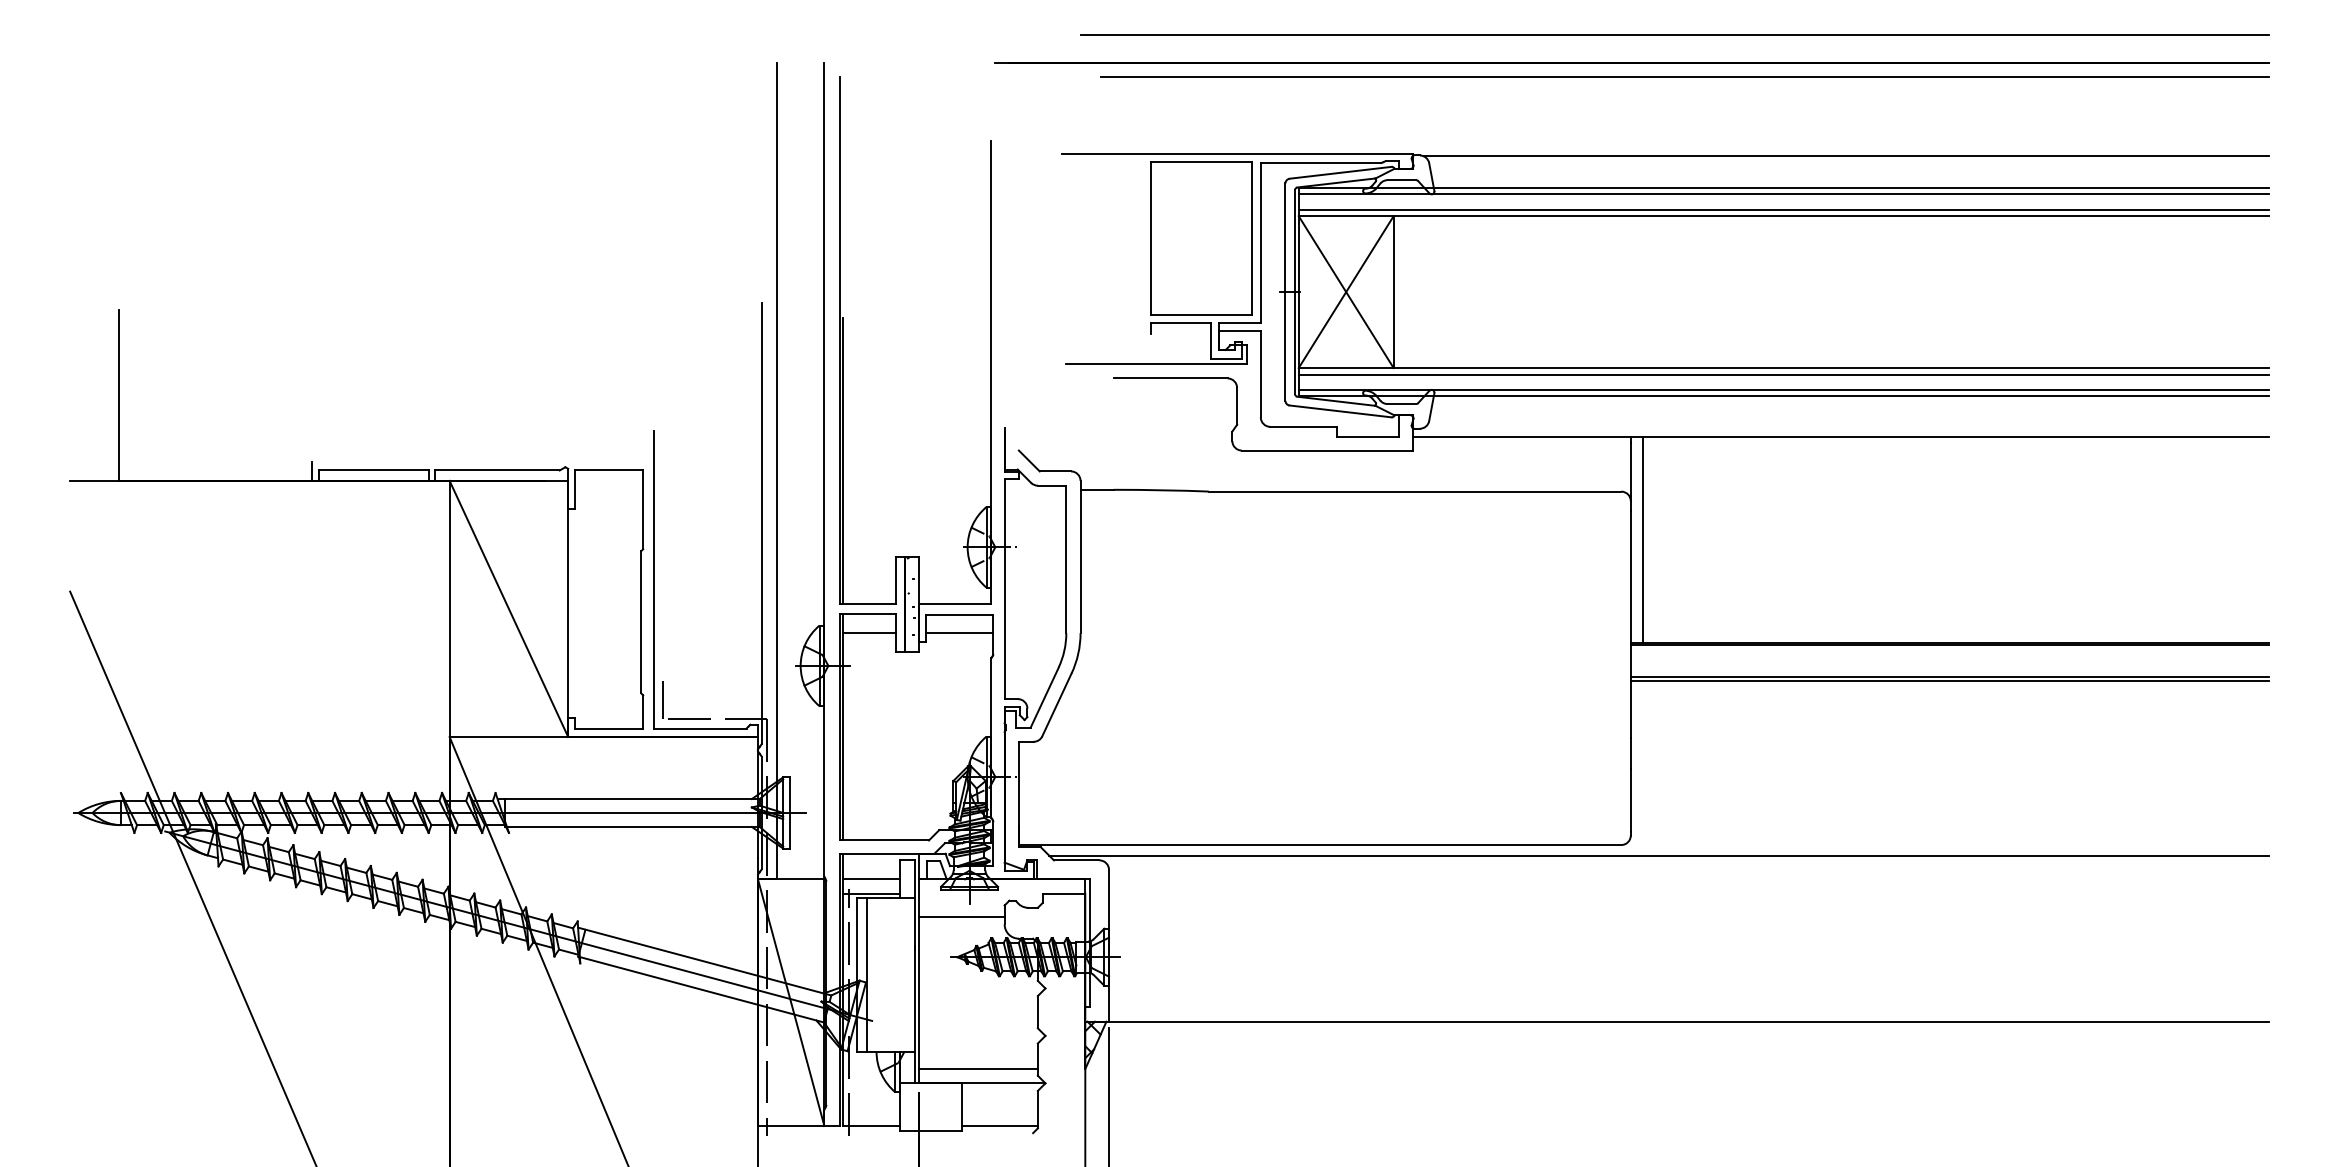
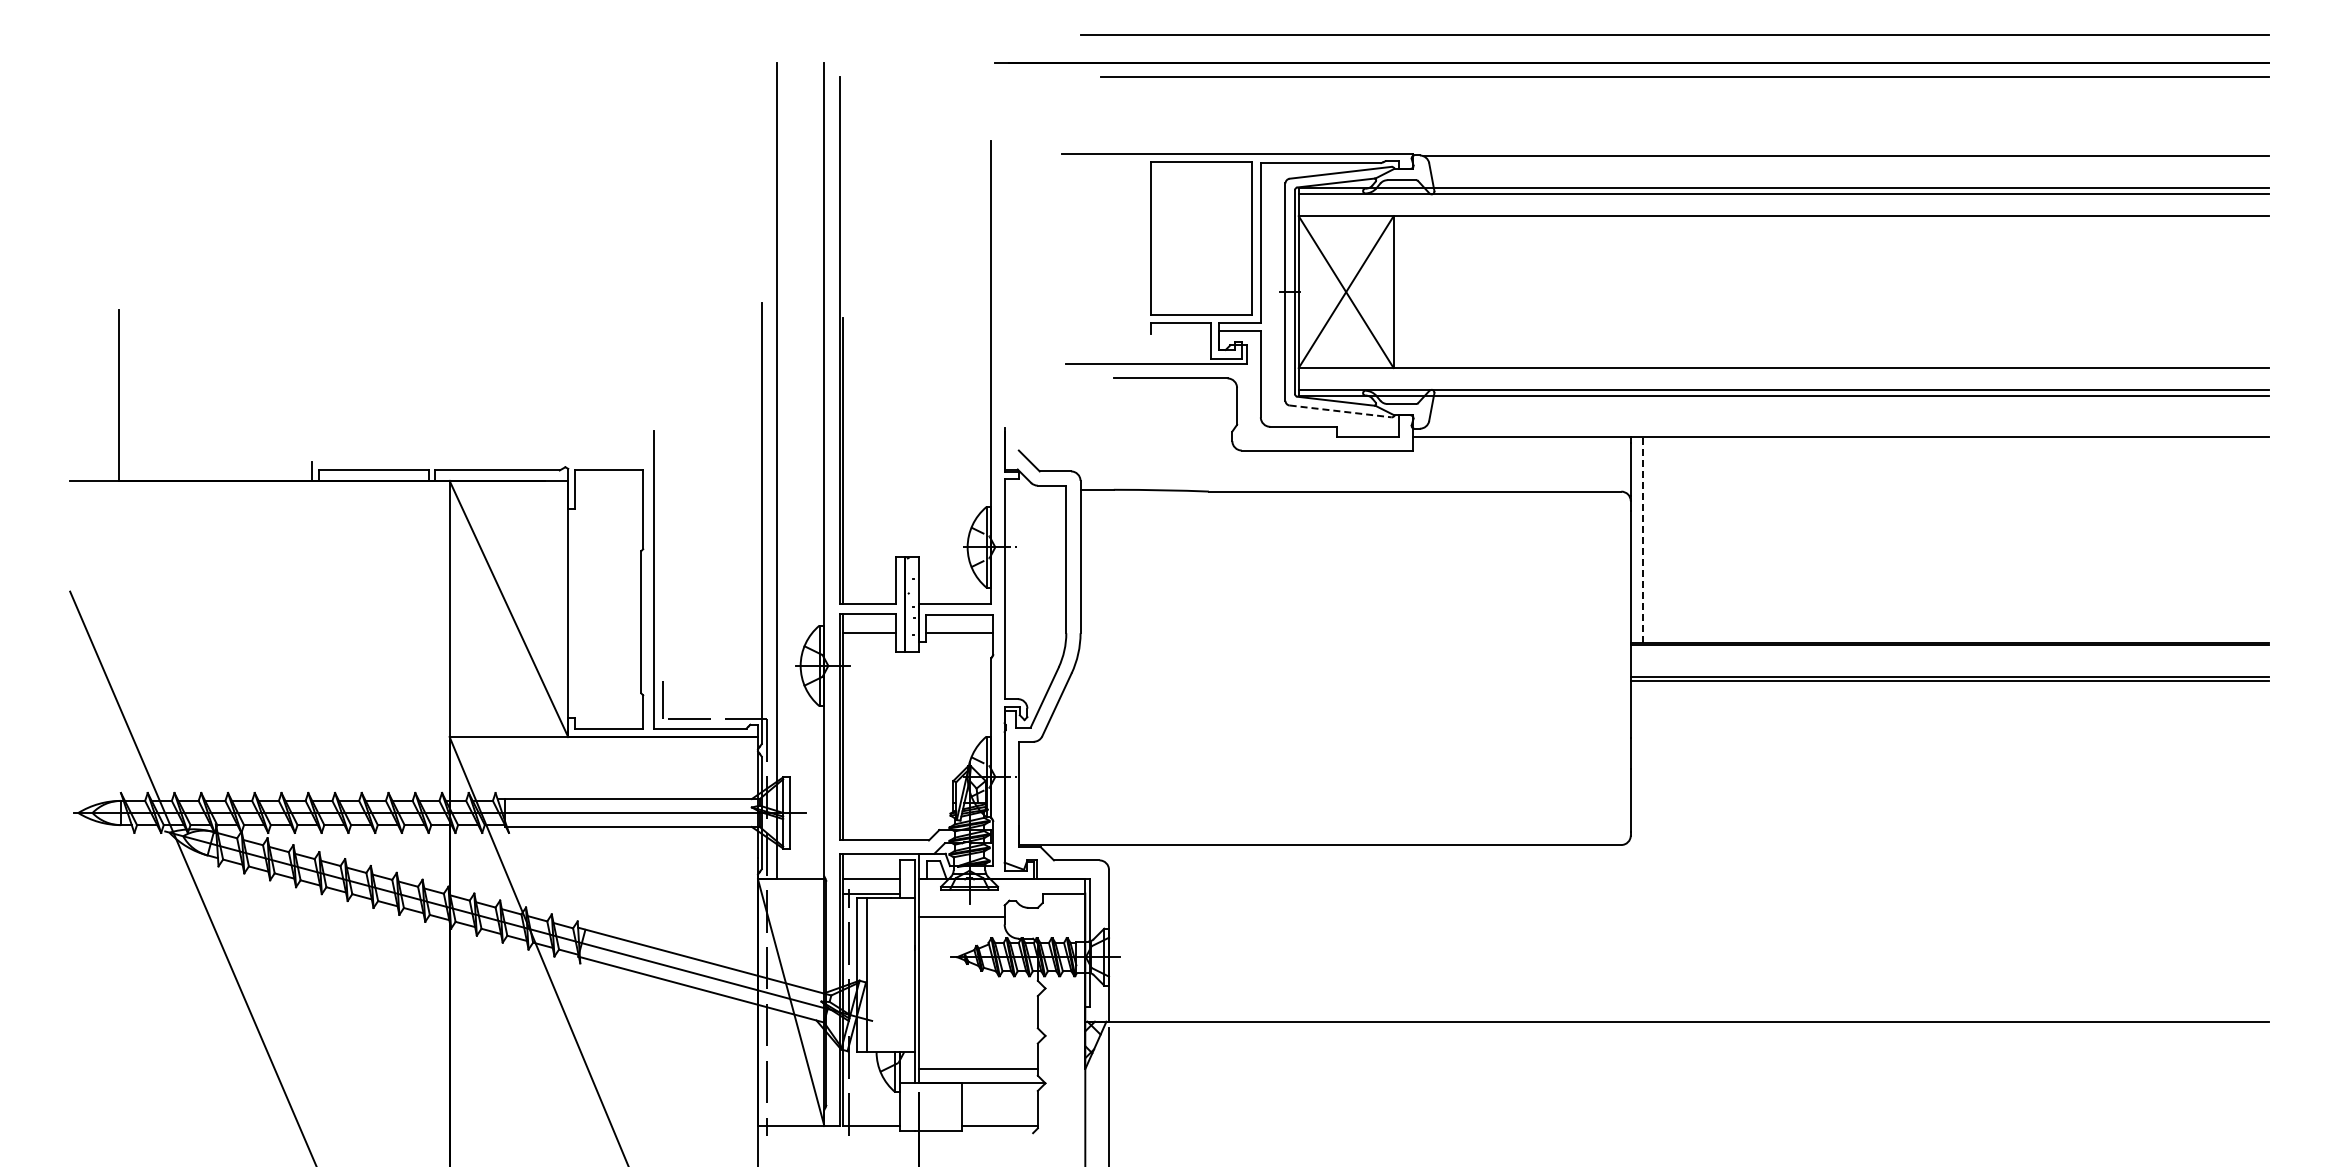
line at (1783, 209): present -> none
line at (1783, 374): present -> none
line at (1341, 411): solid -> dashed
line at (1642, 540): solid -> dashed
line at (1658, 855): present -> none
